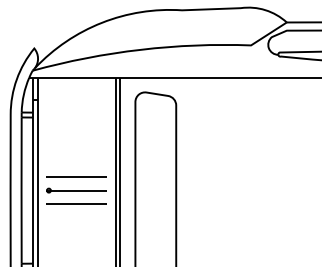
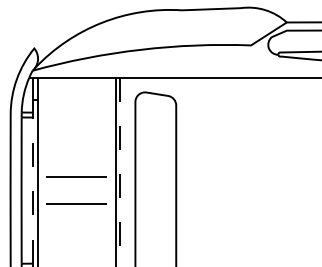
line at (120, 172): solid -> dashed
line at (32, 190): solid -> dashed
part at (76, 190): present -> none
